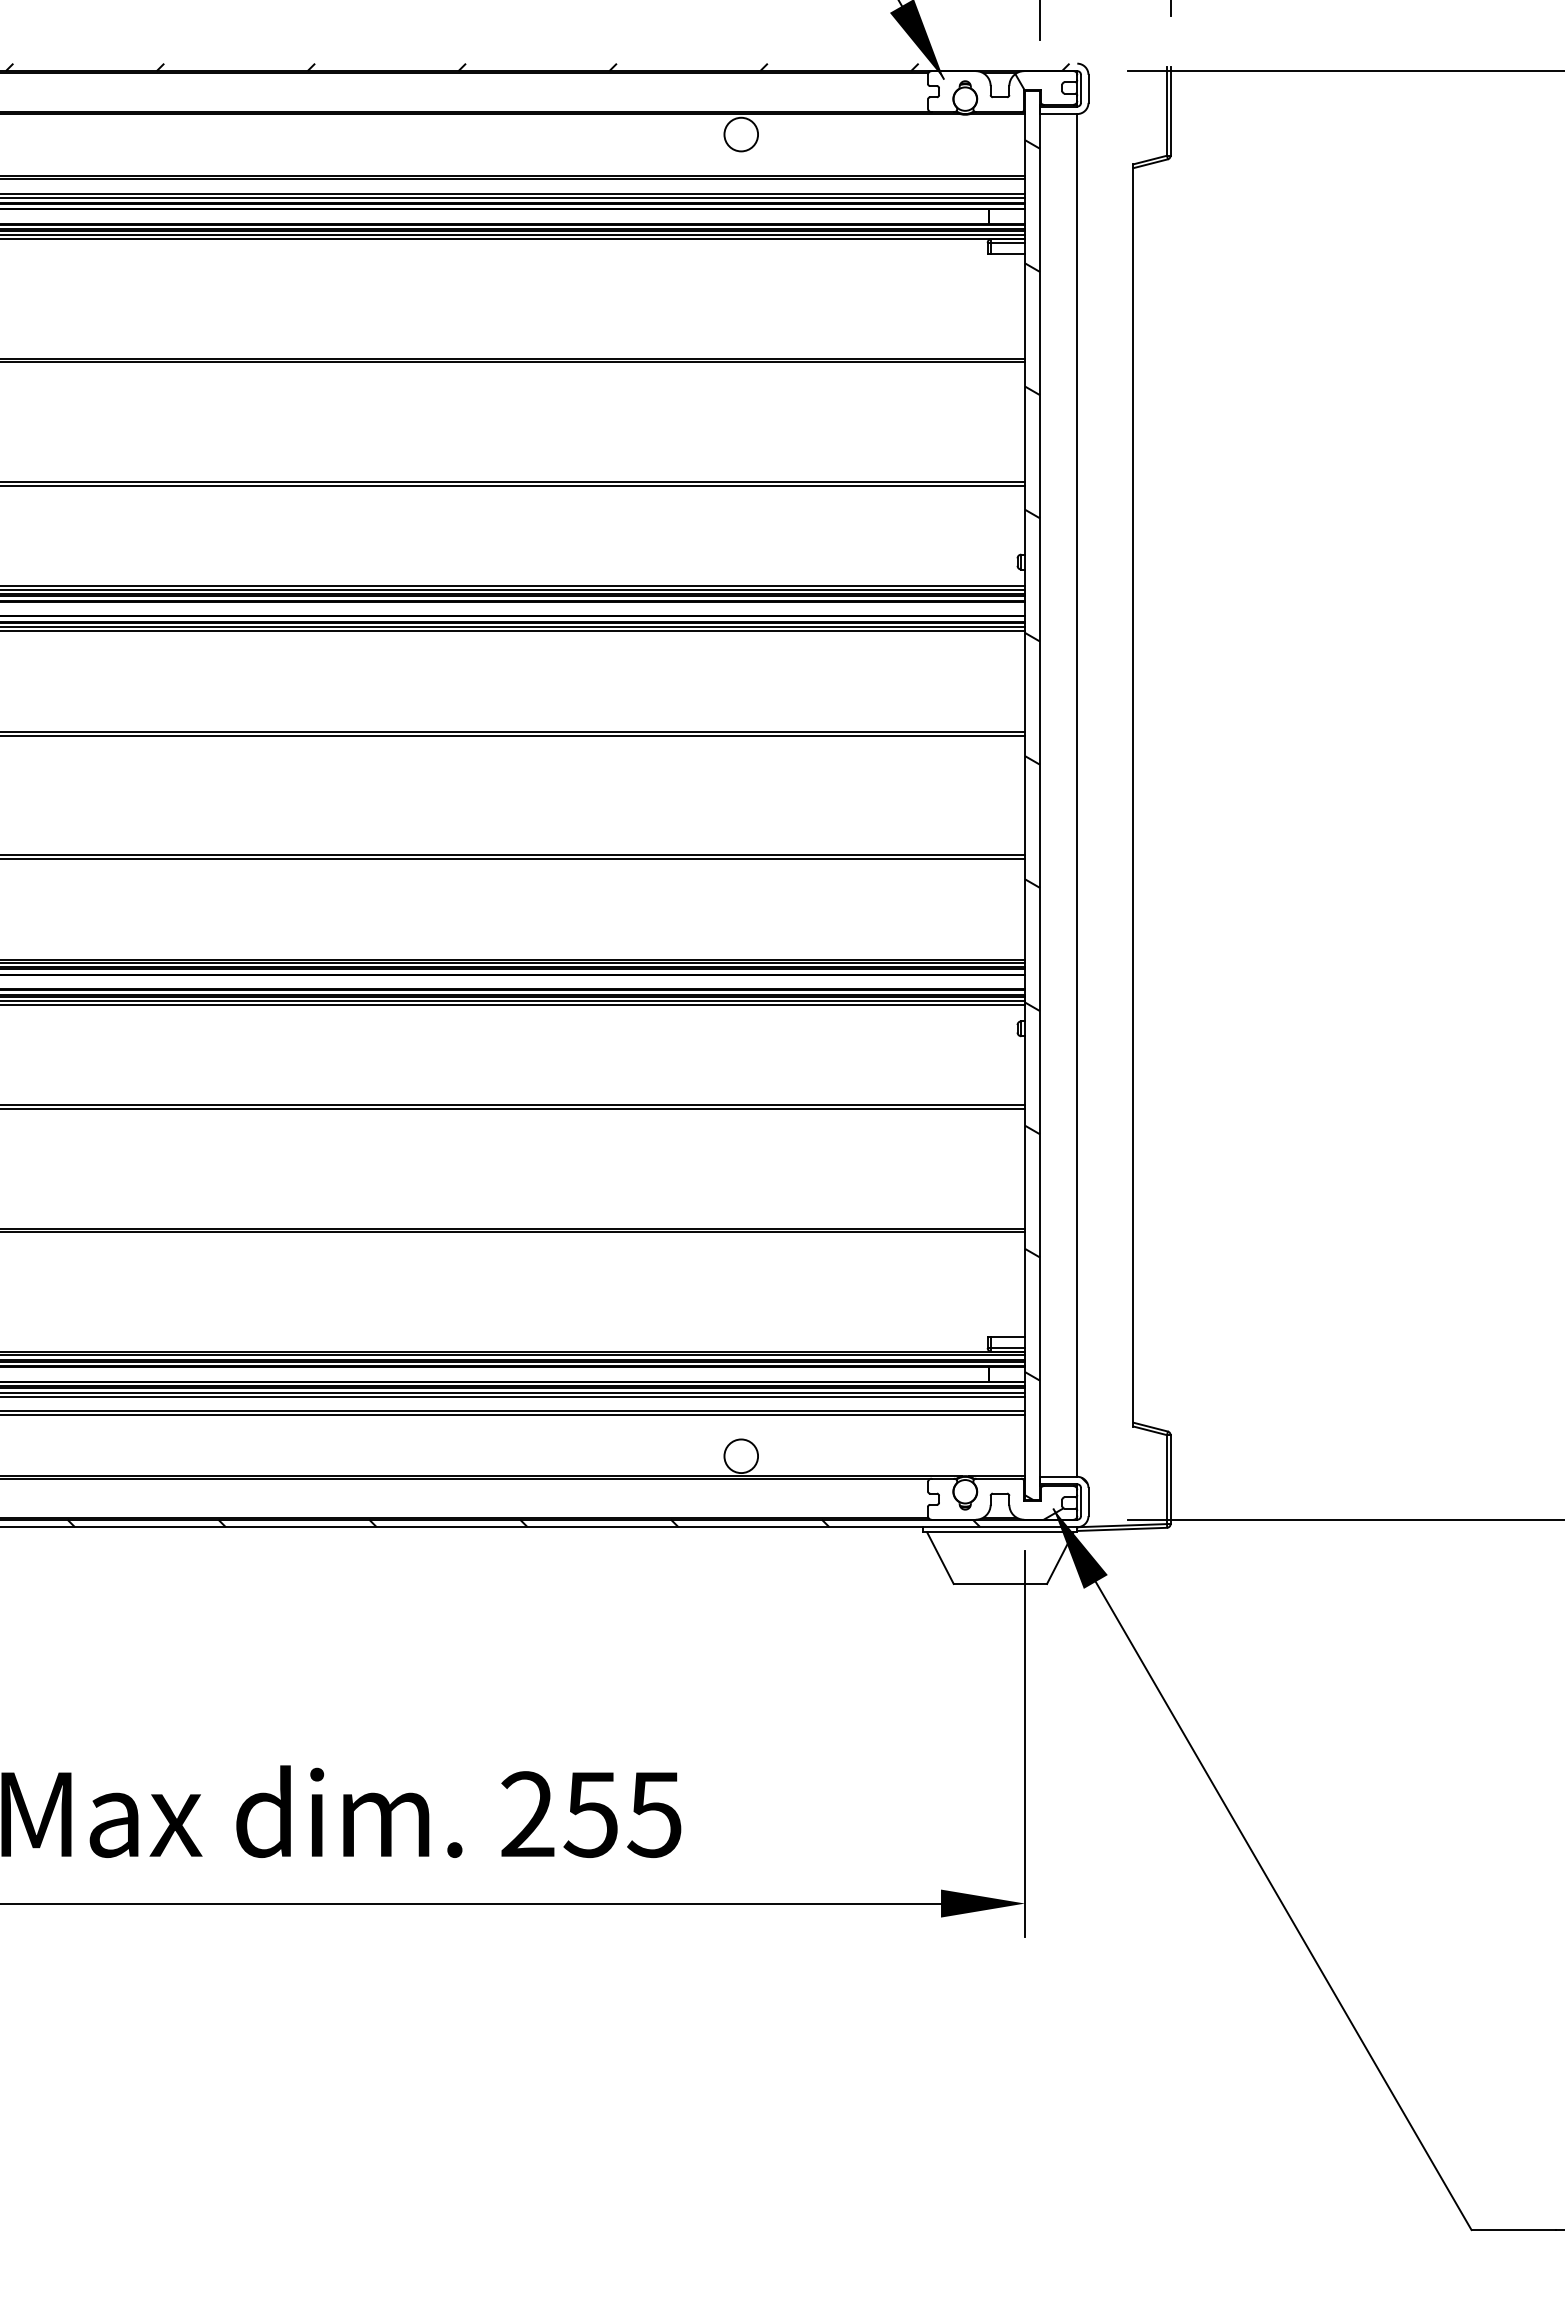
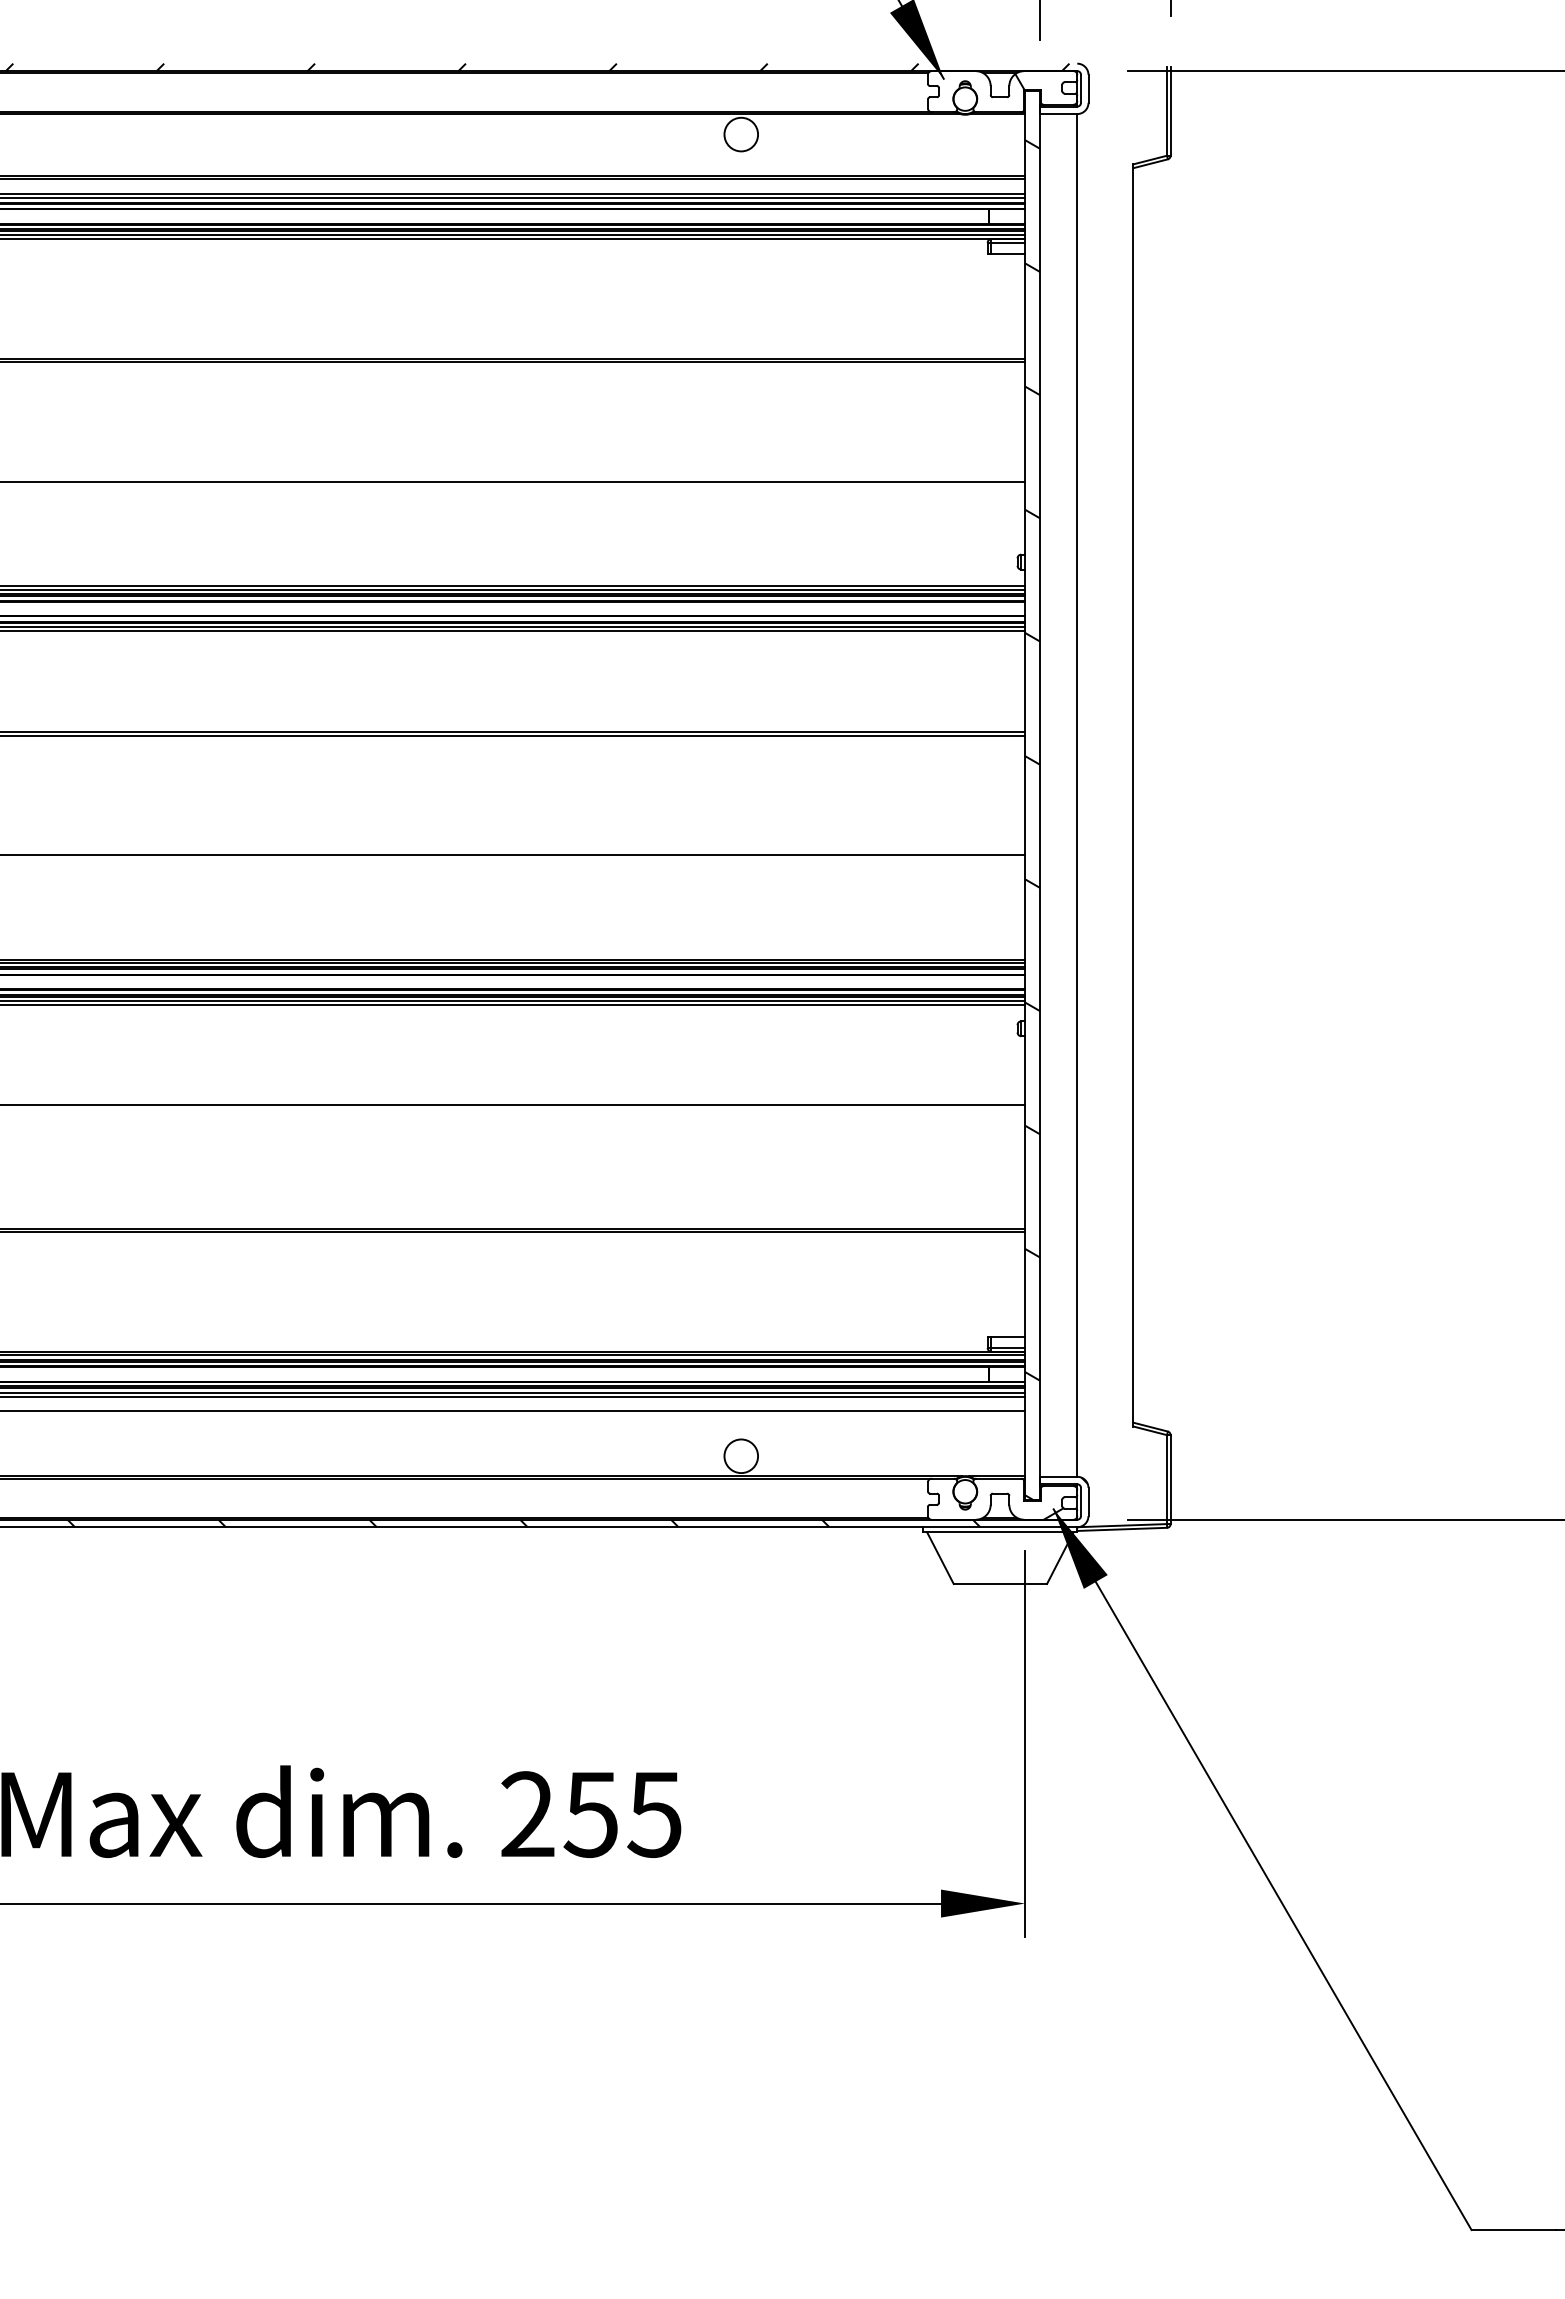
line at (513, 485): present -> none
line at (513, 858): present -> none
line at (513, 1109): present -> none
line at (513, 1415): present -> none
